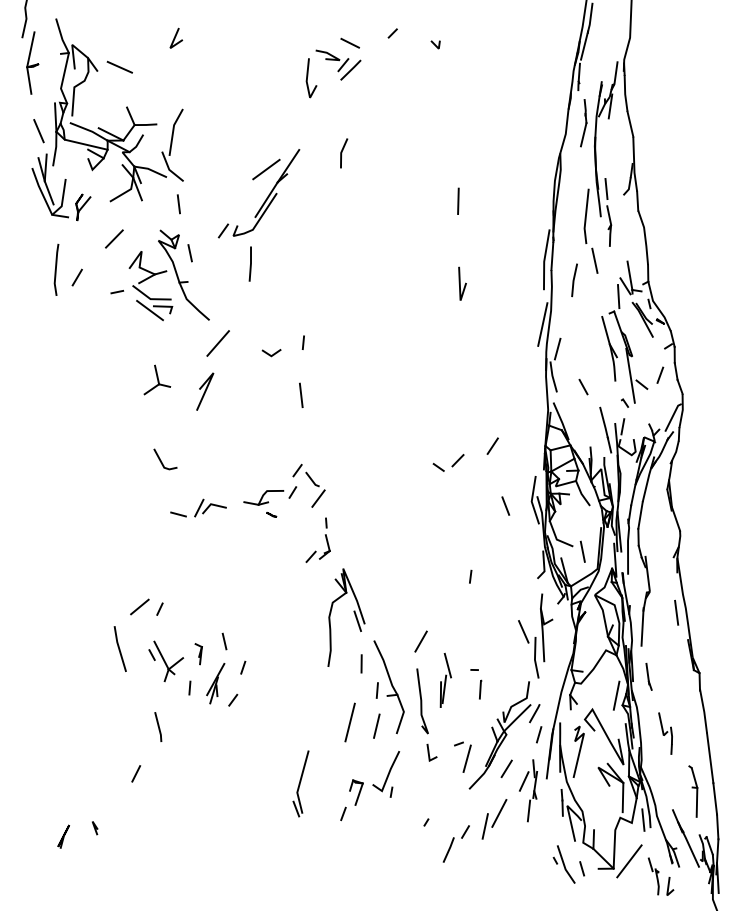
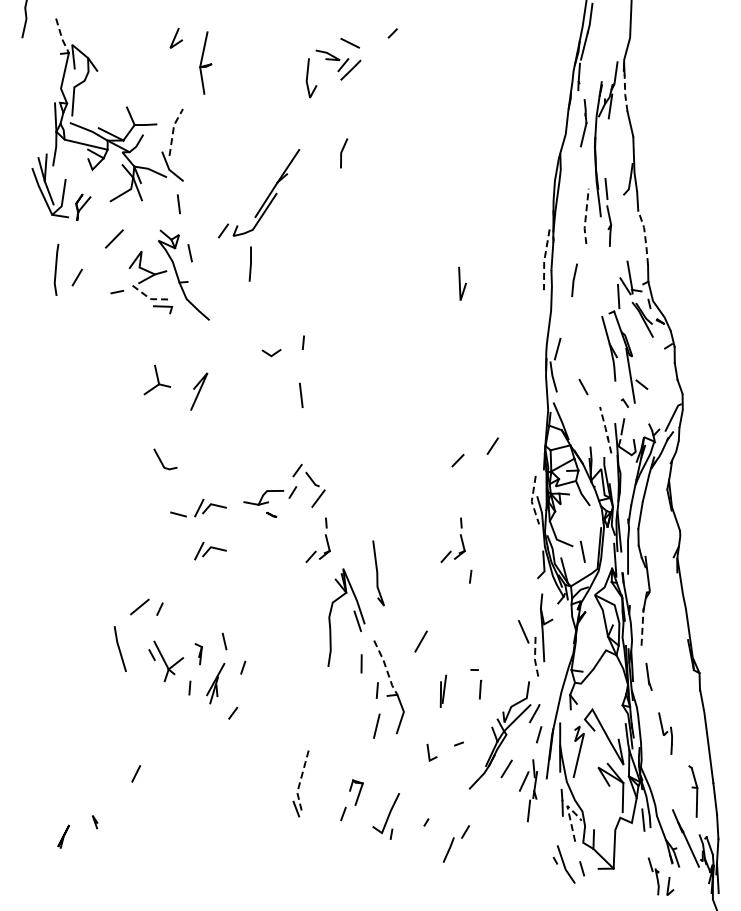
line at (61, 37): solid -> dashed
line at (435, 44): present -> none
part at (32, 62) position: (32, 62) -> (205, 62)
line at (119, 66): present -> none
line at (625, 93): solid -> dashed
line at (173, 130): solid -> dashed
line at (38, 131): present -> none
line at (266, 169): present -> none
line at (458, 201): present -> none
line at (585, 216): solid -> dashed
line at (645, 237): solid -> dashed
line at (544, 260): solid -> dashed
line at (594, 260): present -> none
line at (150, 299): solid -> dashed
line at (149, 310): present -> none
line at (542, 324): present -> none
line at (217, 343): present -> none
line at (660, 374): present -> none
line at (205, 391) position: (205, 391) -> (199, 391)
line at (605, 429): solid -> dashed
line at (438, 467): present -> none
line at (531, 501): solid -> dashed
line at (505, 505): present -> none
part at (460, 538): none -> present
part at (210, 550): none -> present
line at (676, 612): present -> none
line at (642, 626): solid -> dashed
line at (534, 658): solid -> dashed
line at (447, 665): present -> none
line at (386, 667): solid -> dashed
line at (616, 695): present -> none
line at (233, 700) position: (233, 700) -> (233, 713)
line at (422, 701) position: (422, 701) -> (378, 573)
line at (349, 722): present -> none
line at (158, 726): present -> none
line at (466, 758): present -> none
part at (386, 774) position: (386, 774) -> (386, 816)
line at (299, 783): solid -> dashed
line at (568, 811): solid -> dashed
line at (499, 813): present -> none
line at (484, 826): present -> none
line at (95, 828) position: (95, 828) -> (95, 822)
line at (629, 861): present -> none
